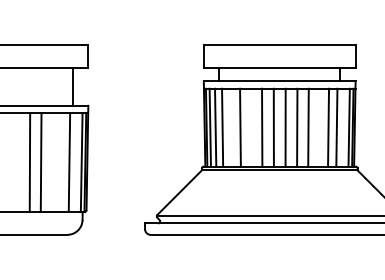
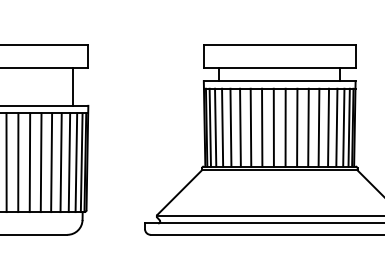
line at (230, 127): none -> present
line at (250, 127): none -> present
line at (318, 127): none -> present
line at (343, 127): none -> present
line at (6, 162): none -> present
line at (18, 162): none -> present
line at (51, 162): none -> present
line at (60, 162): none -> present
line at (76, 162): none -> present
